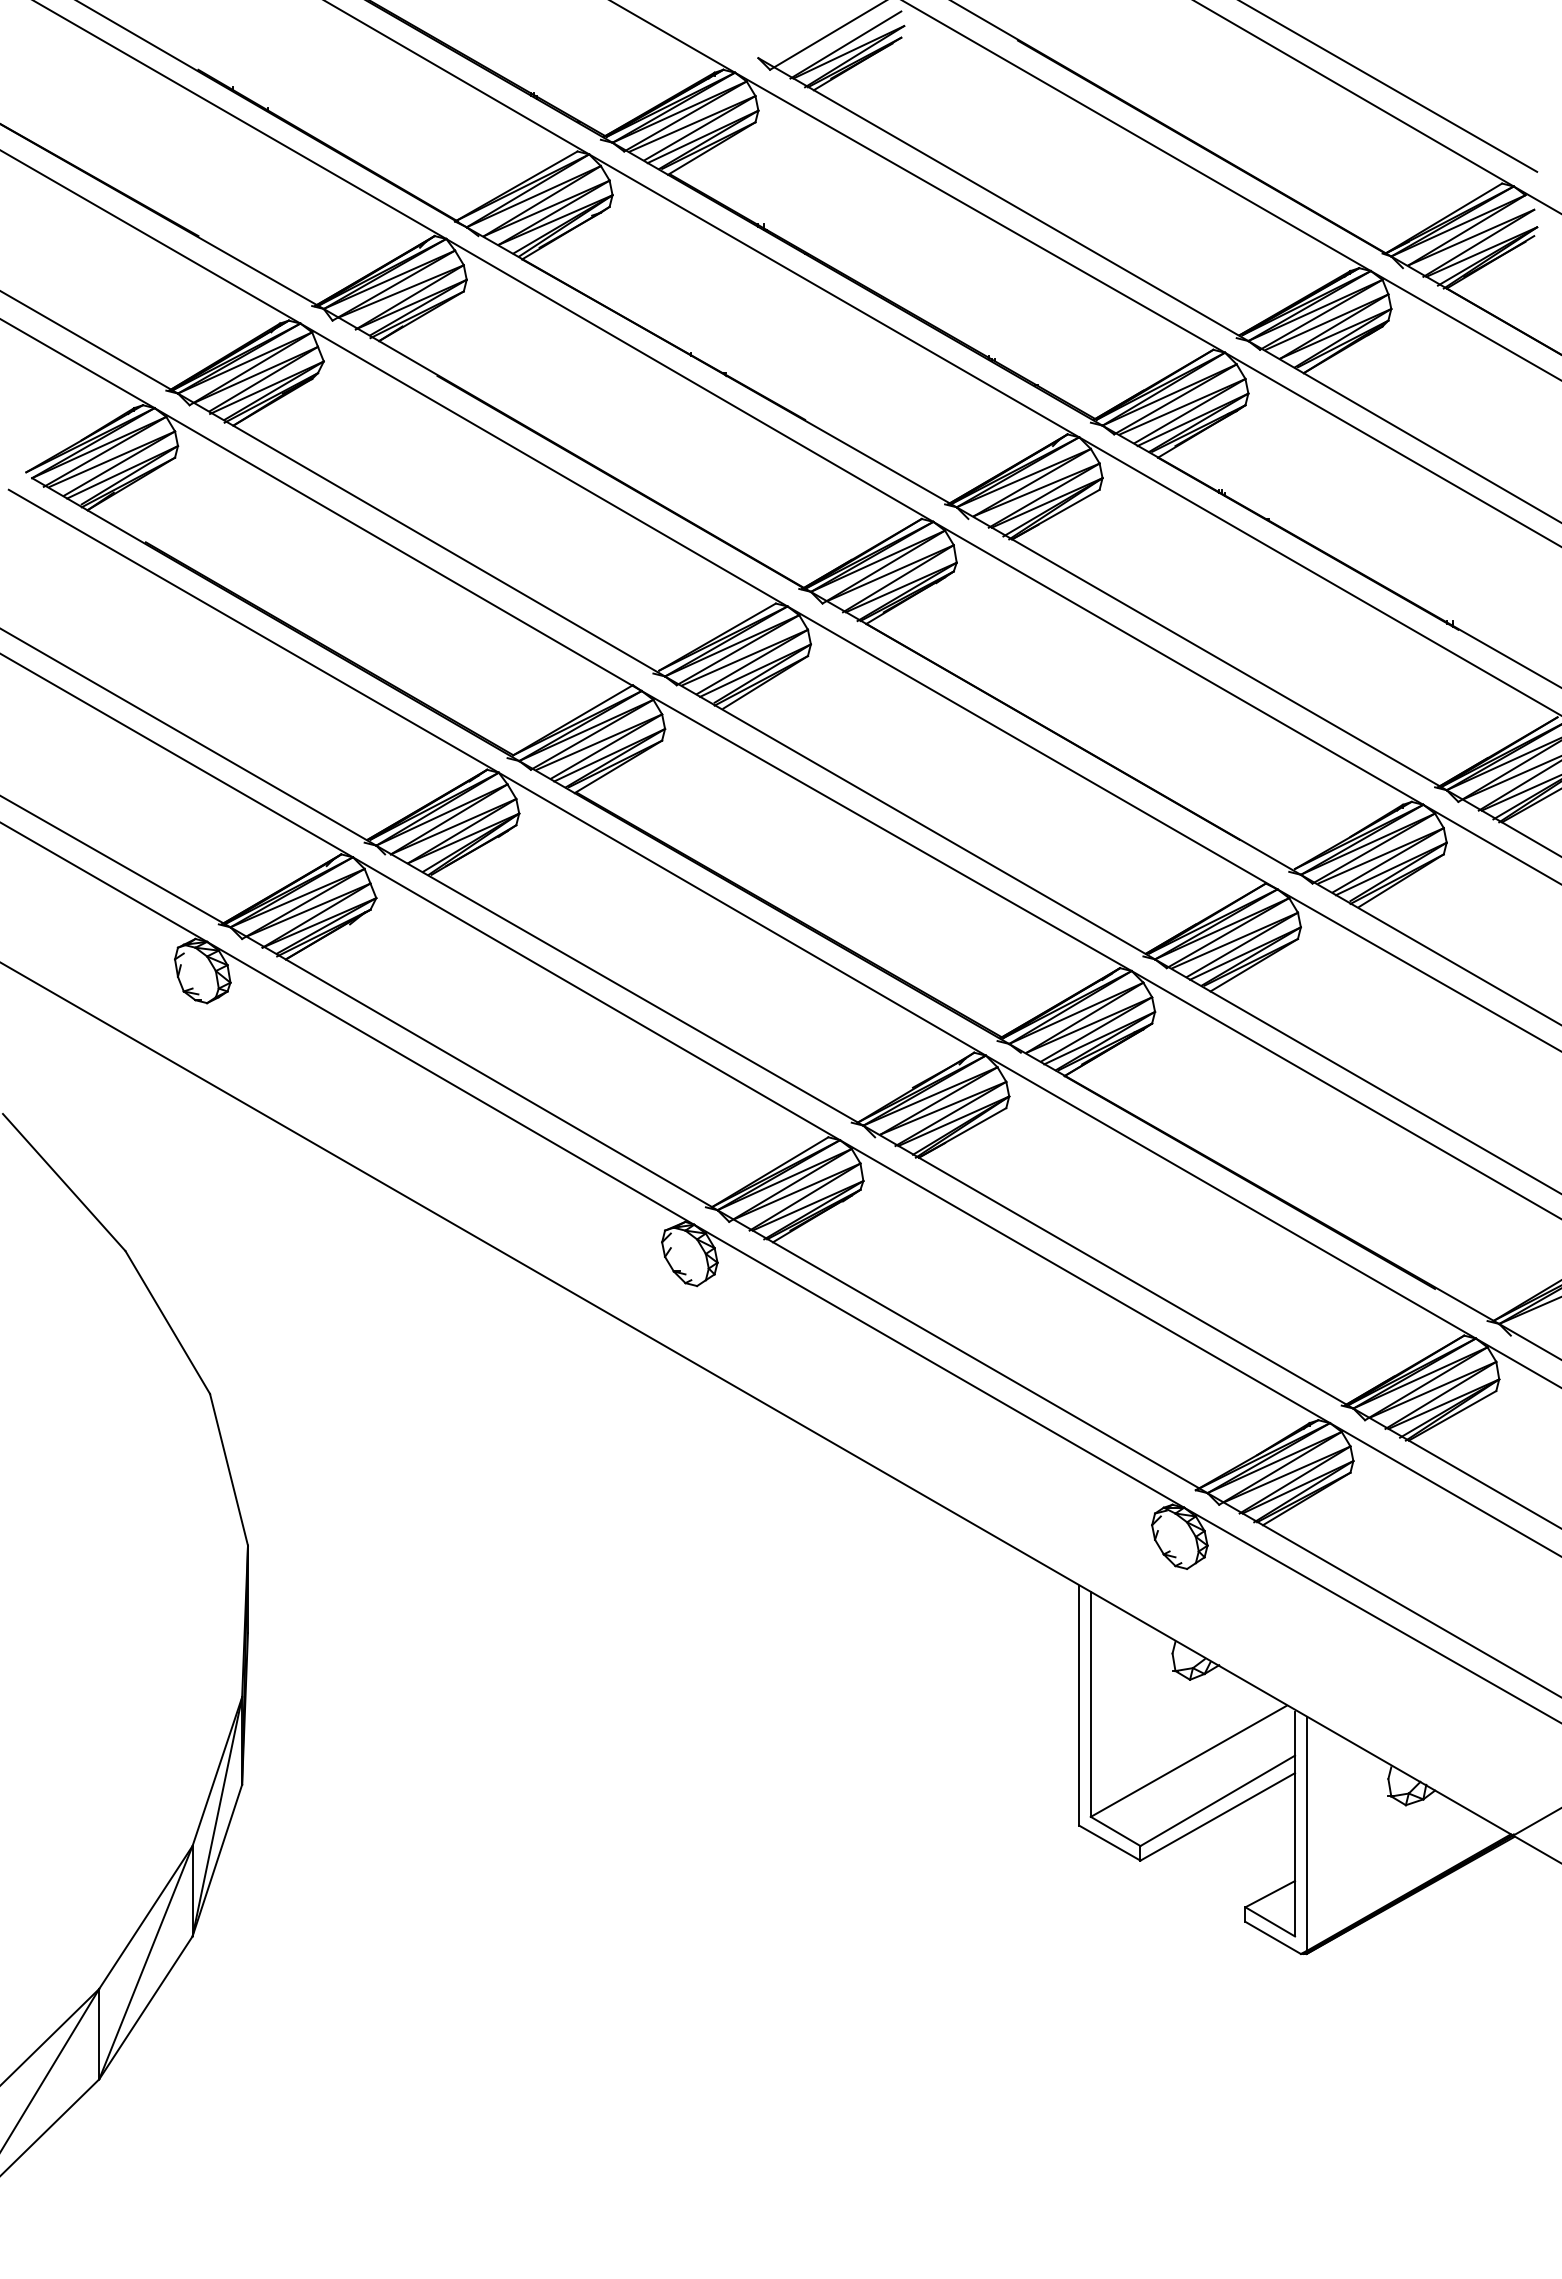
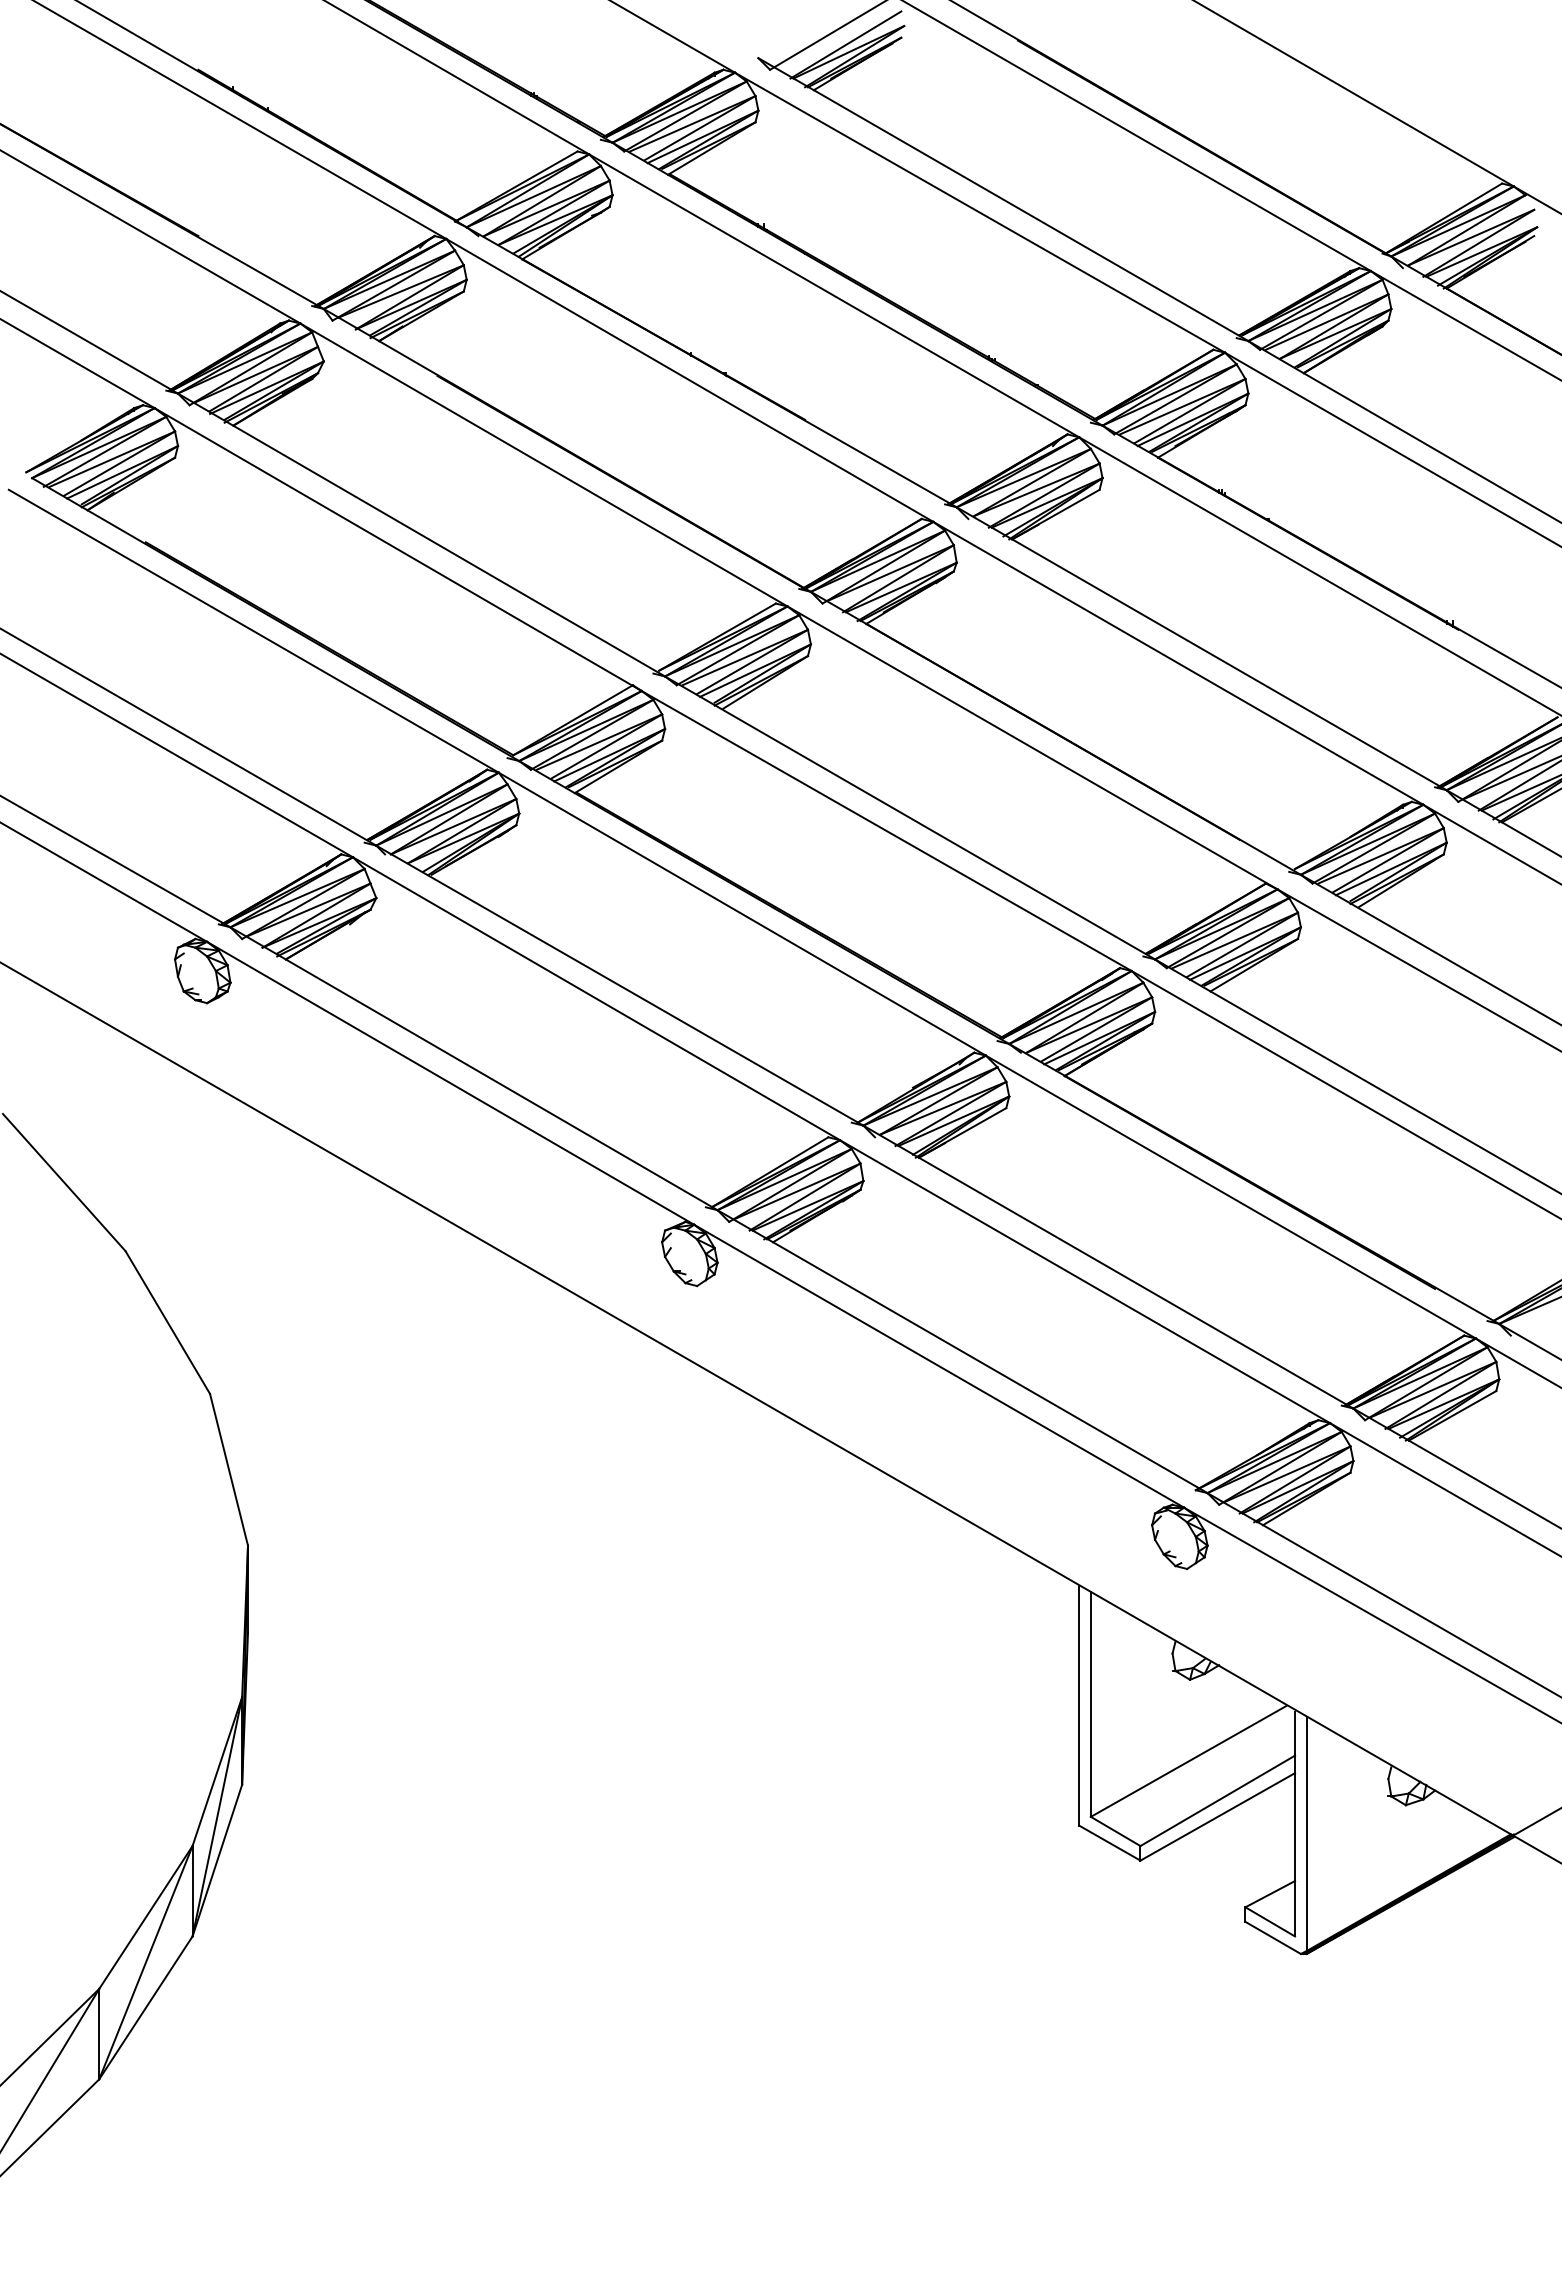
line at (1389, 86): present -> none
